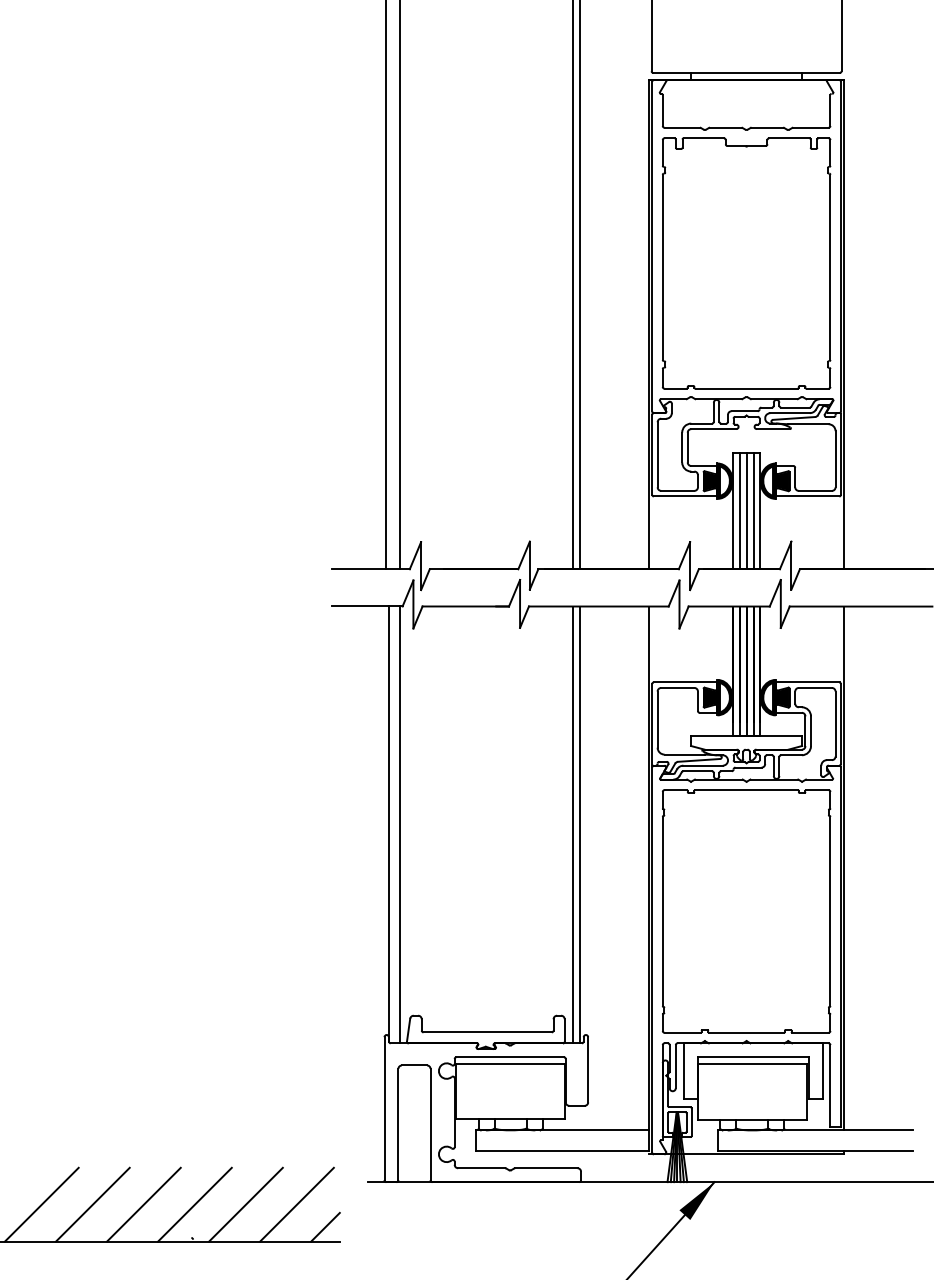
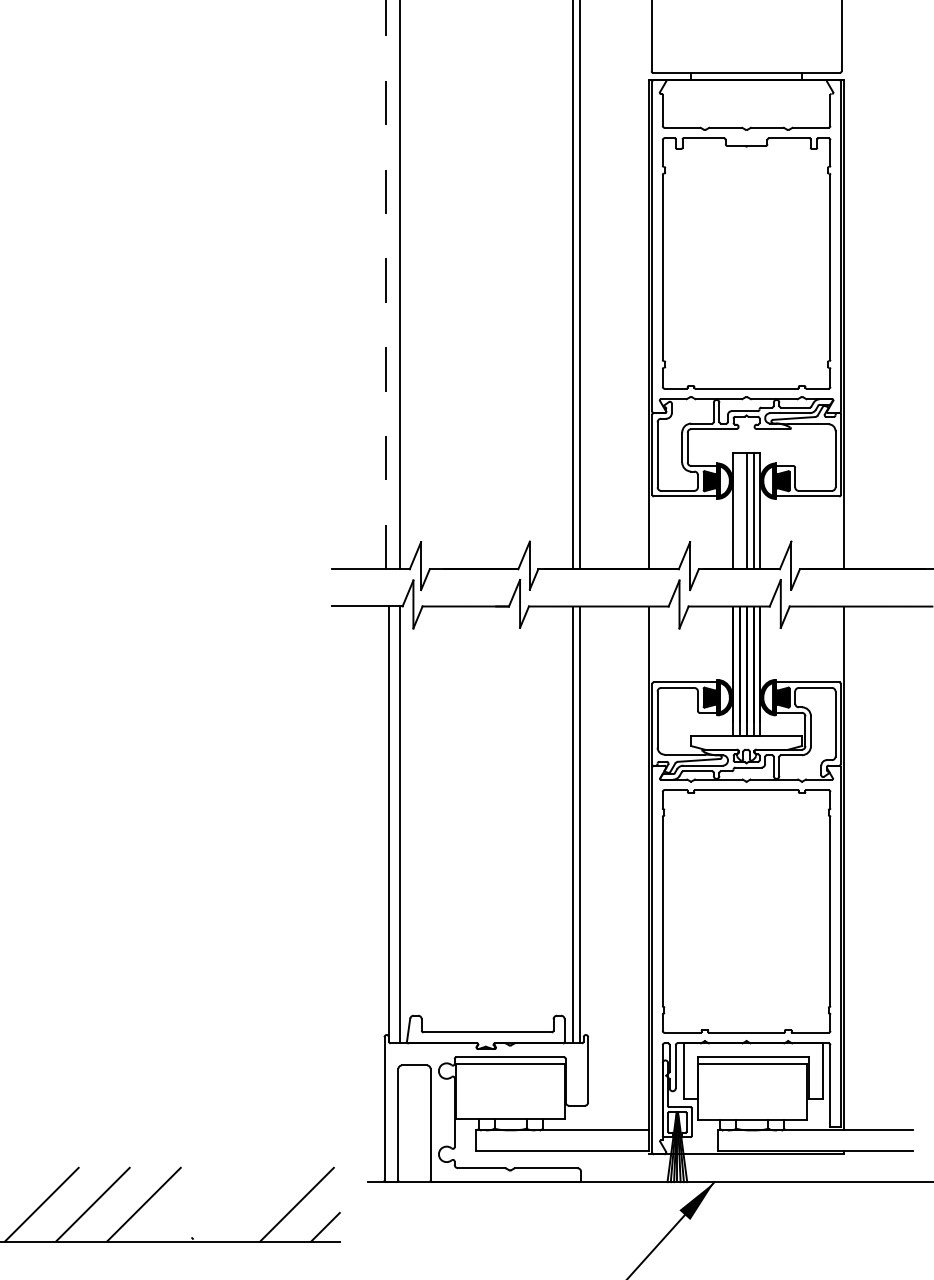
line at (385, 284): solid -> dashed
line at (739, 510): present -> none
line at (194, 1204): present -> none
line at (245, 1204): present -> none
